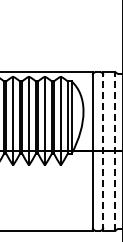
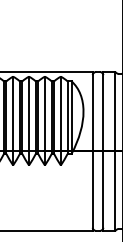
line at (103, 151): dashed -> solid
line at (115, 151): dashed -> solid
